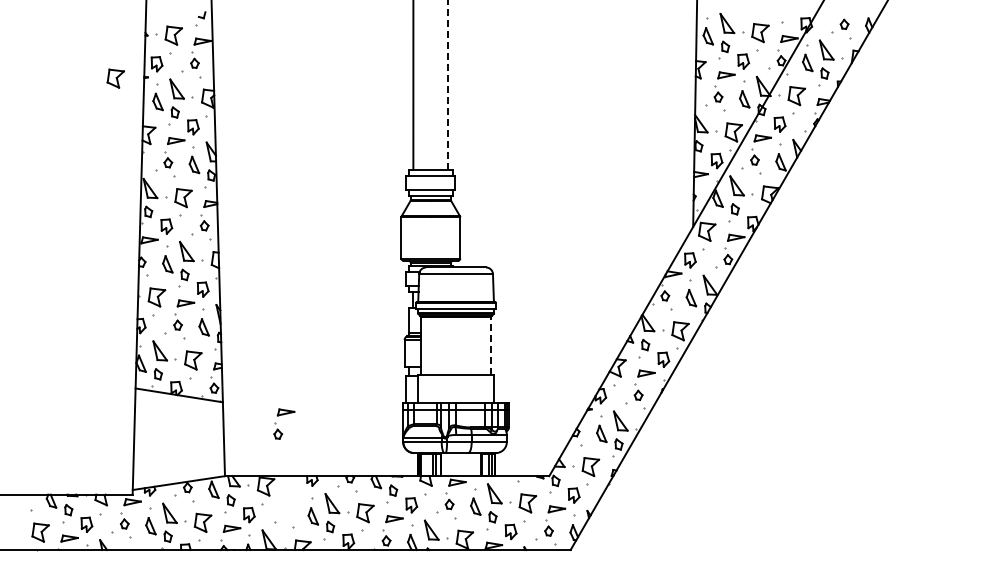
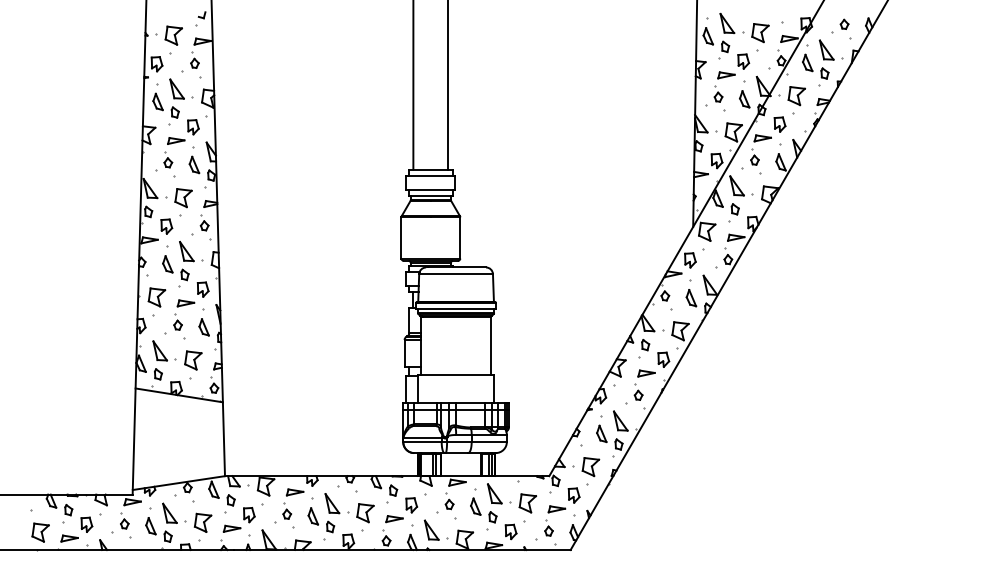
part at (115, 78): present -> none
line at (448, 84): dashed -> solid
line at (490, 345): dashed -> solid
part at (278, 428) position: (278, 428) -> (287, 508)
